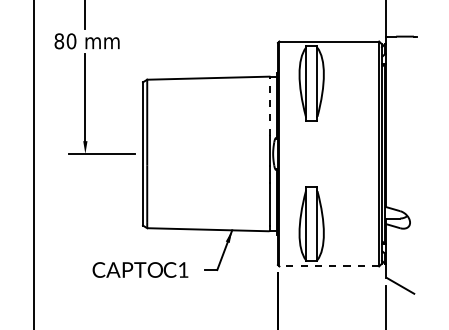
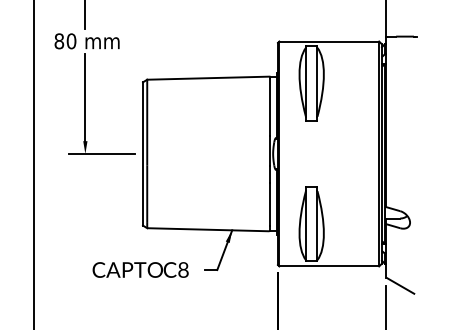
line at (269, 106): dashed -> solid
line at (329, 266): dashed -> solid
text at (183, 269): C1 -> C8
